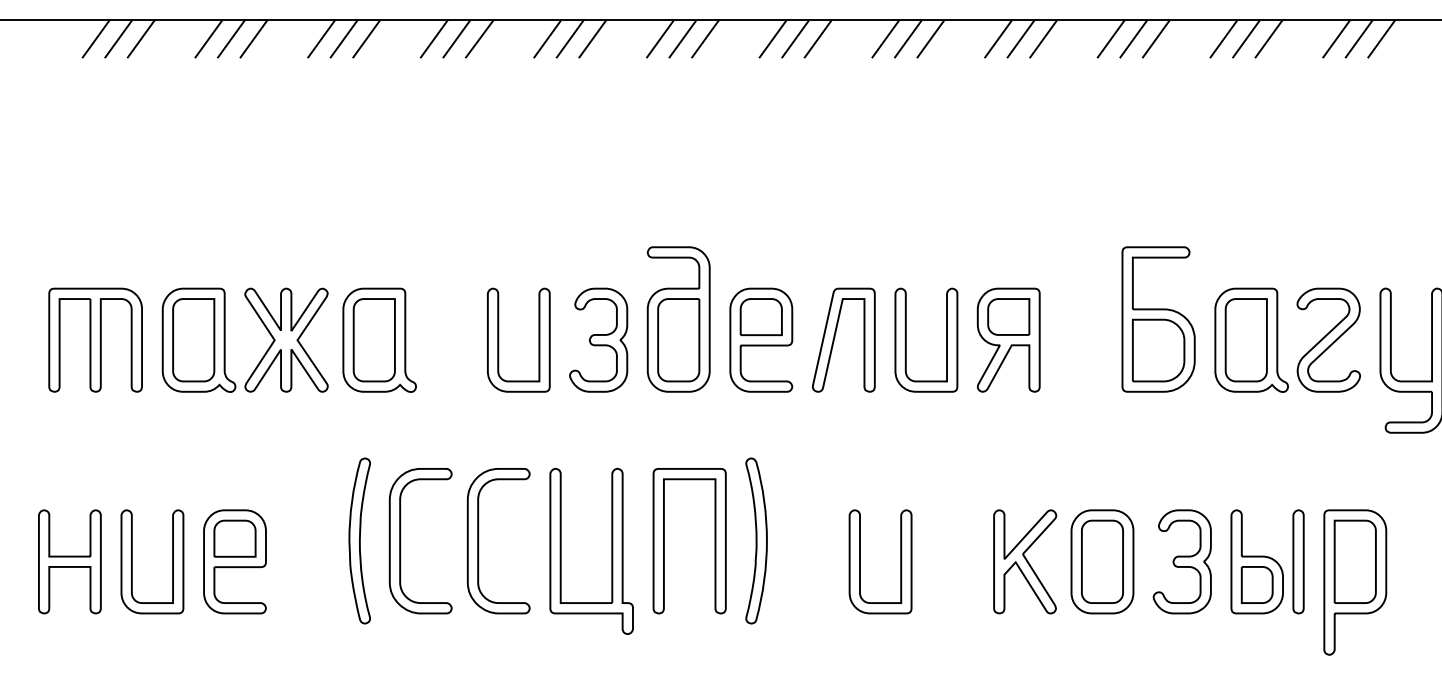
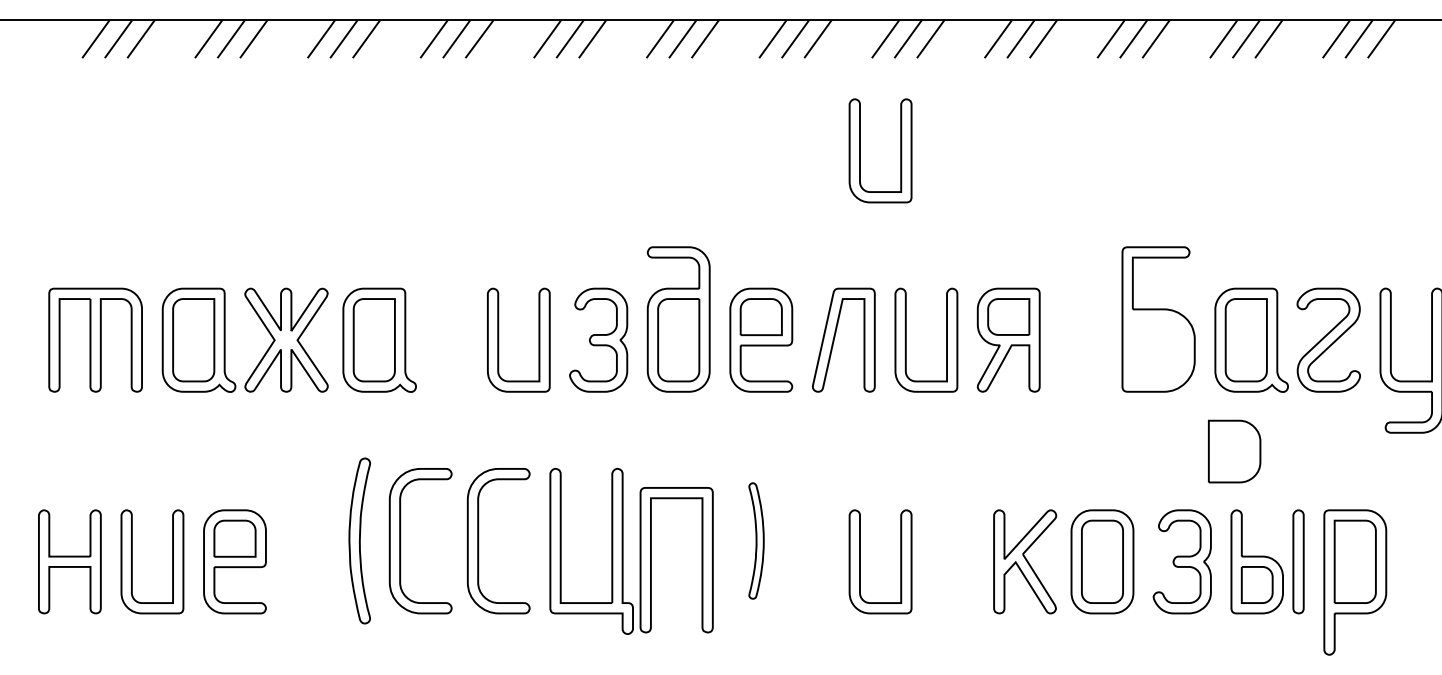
part at (860, 150): none -> present
part at (1158, 350) position: (1158, 350) -> (1234, 451)
part at (756, 540) size: 23x168 px -> 17x118 px
part at (664, 541) position: (664, 541) -> (651, 560)
